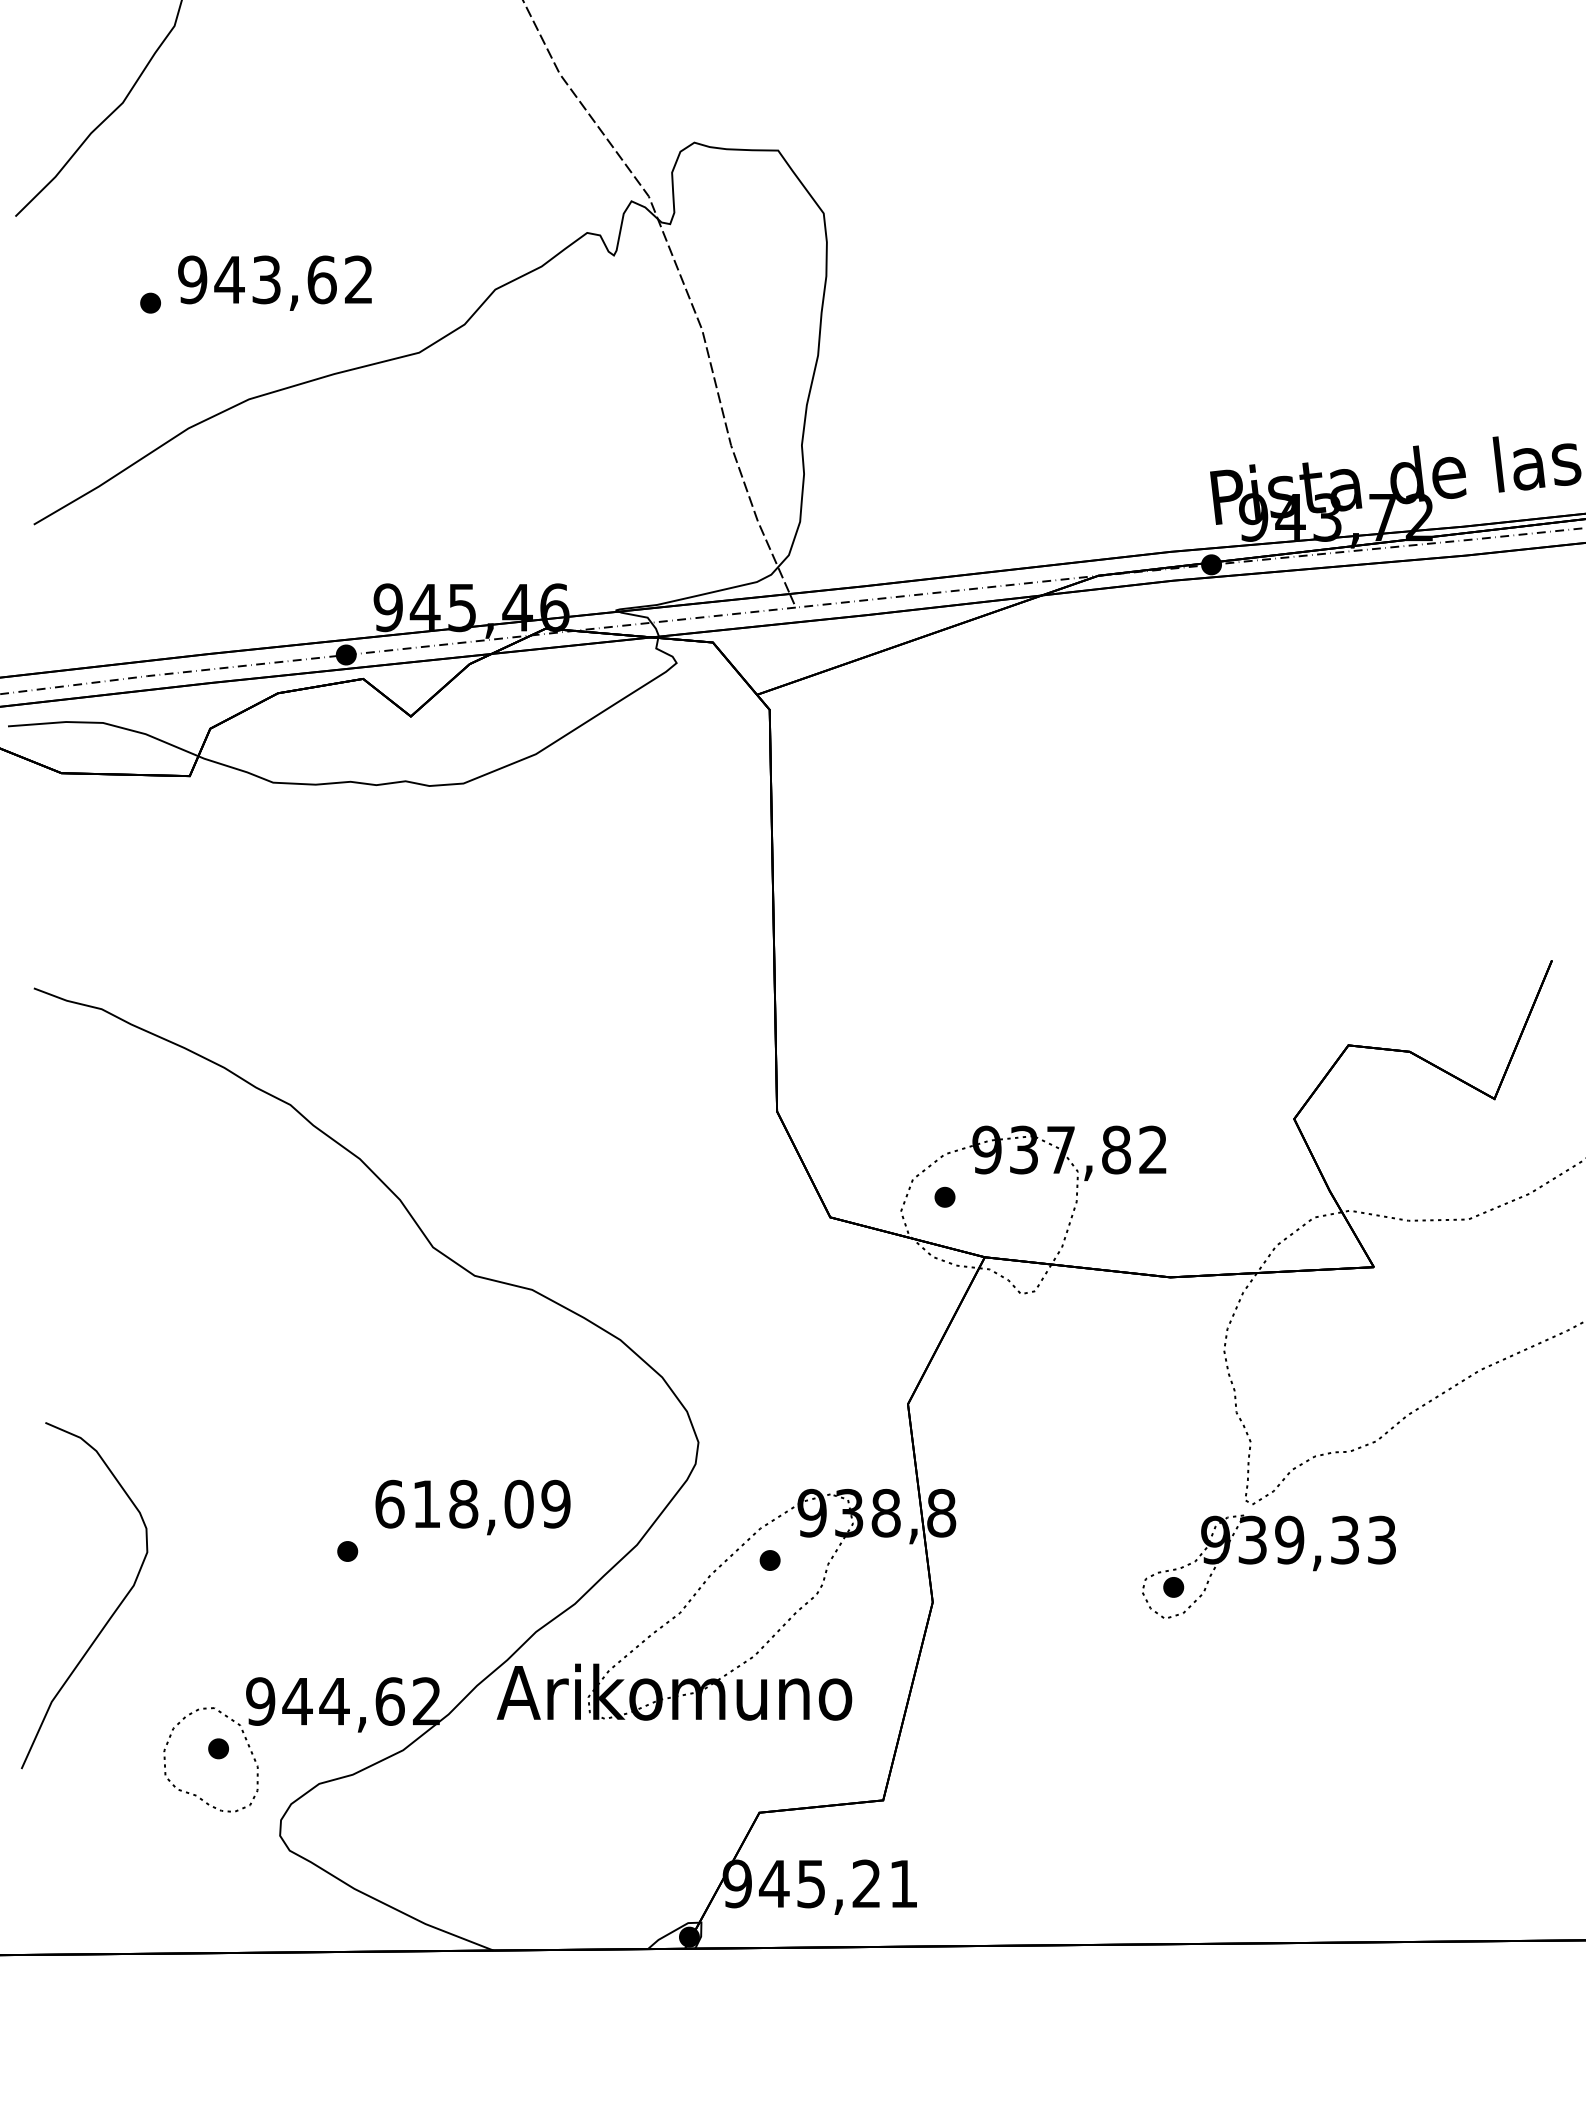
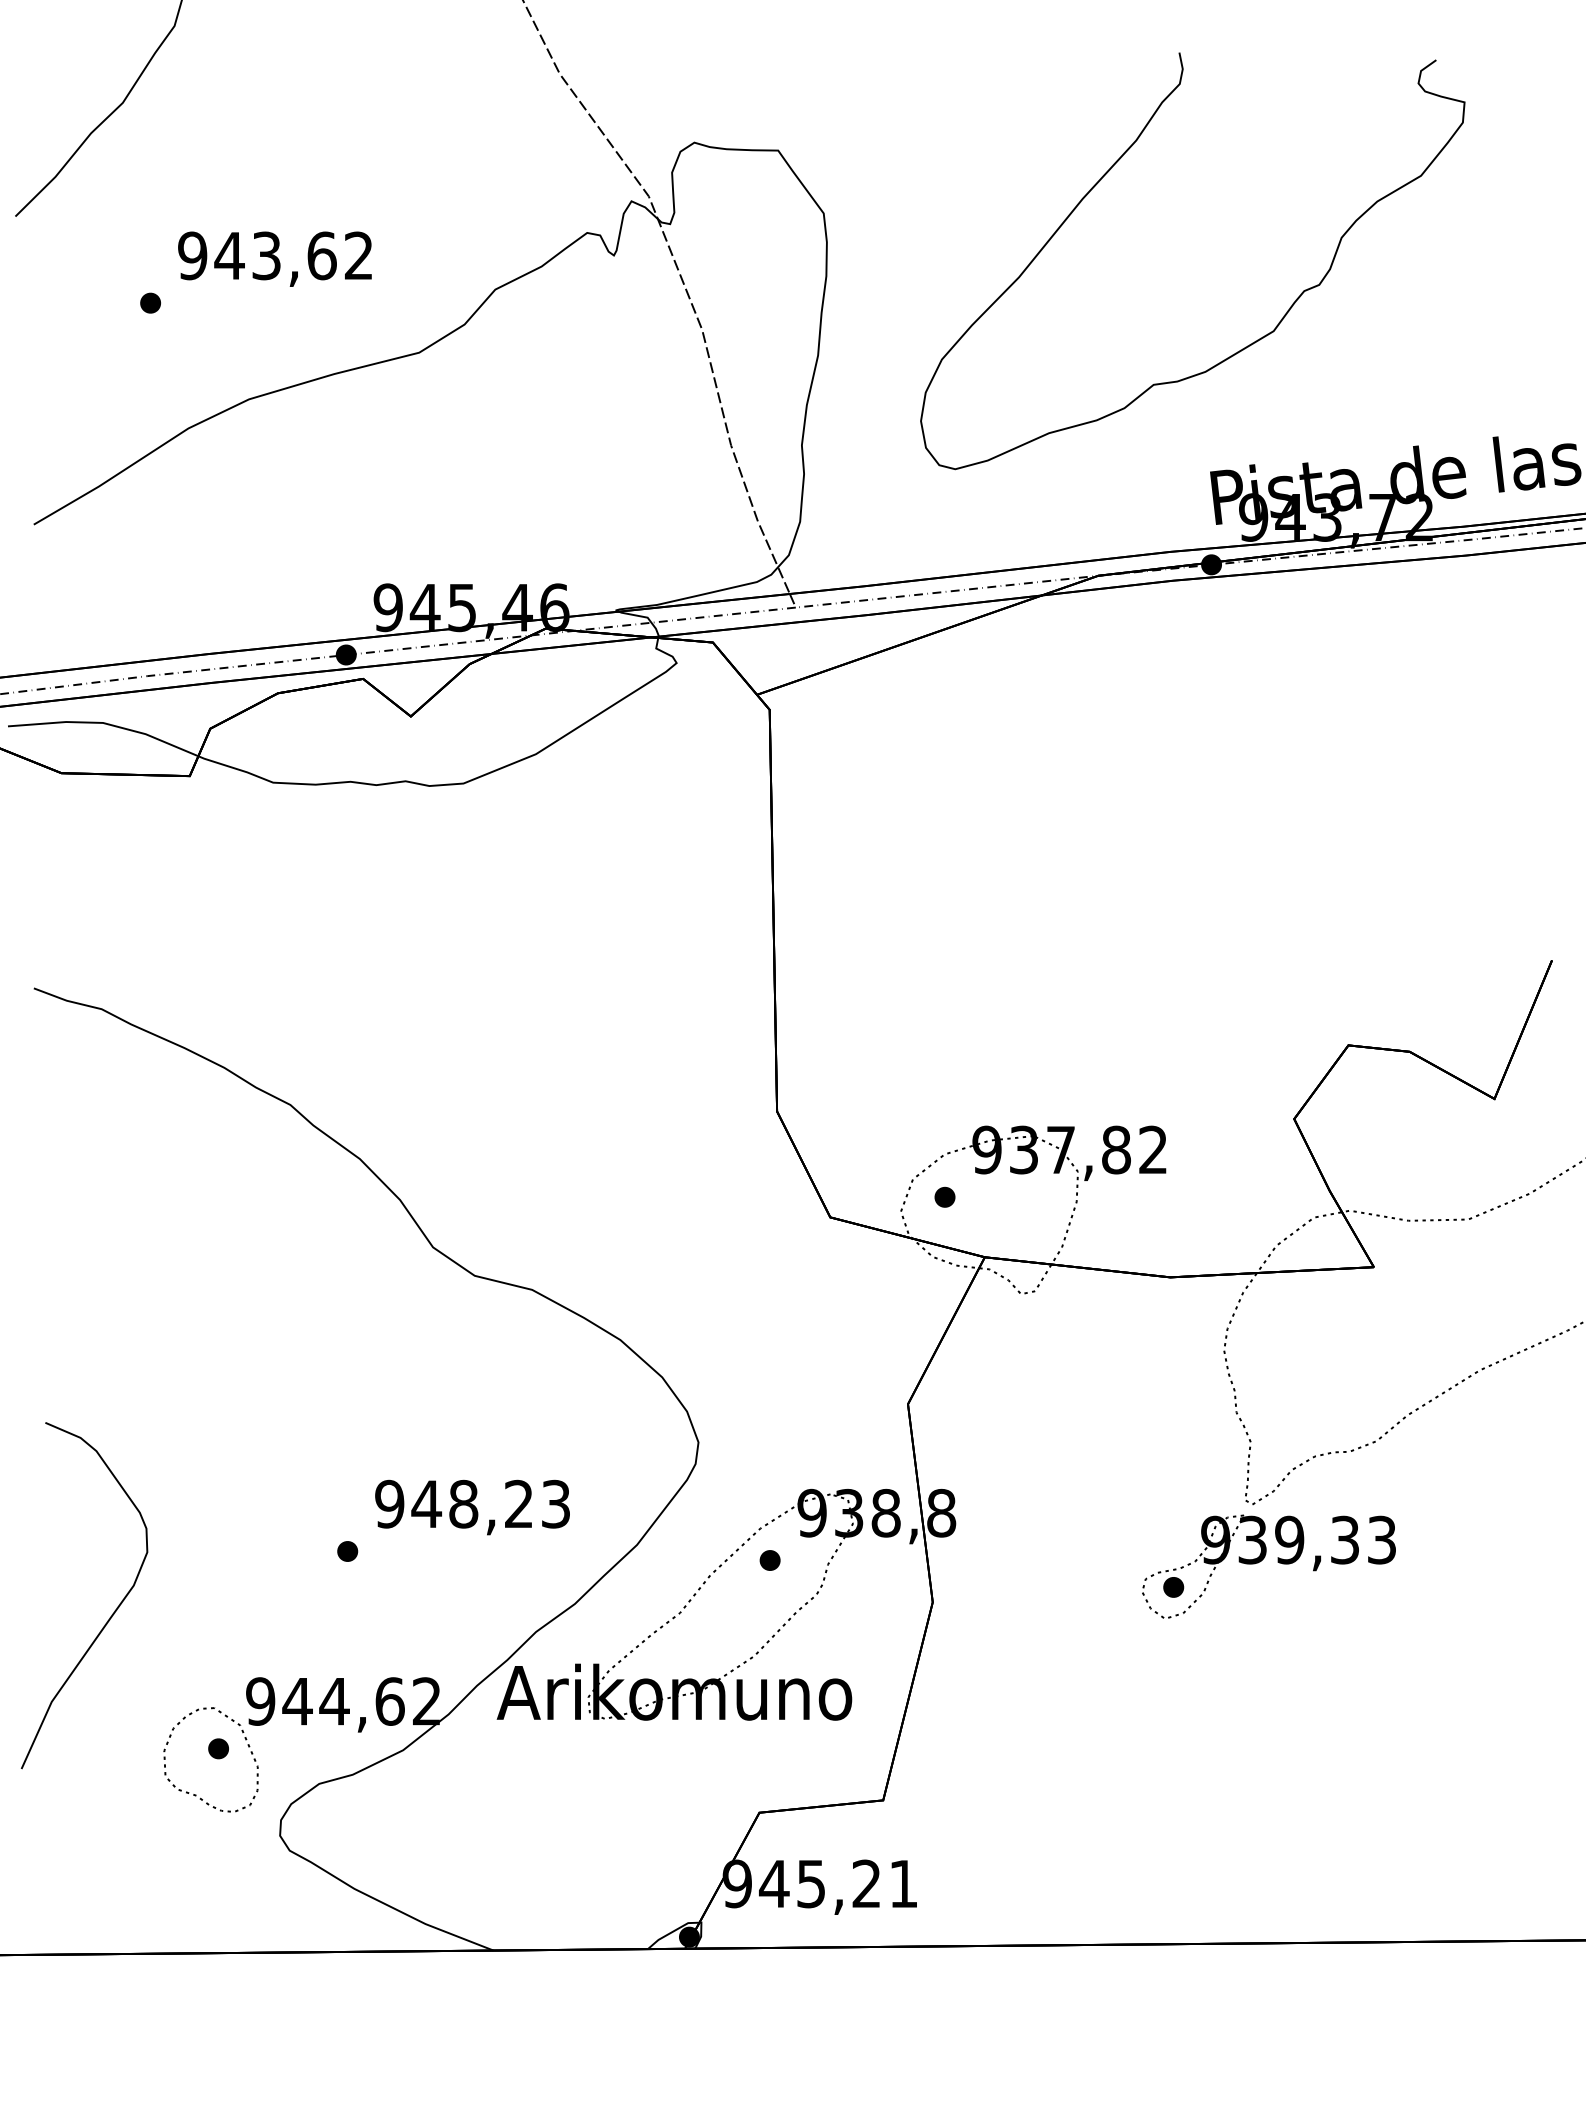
text at (274, 282) position: (274, 282) -> (274, 258)
curve at (1245, 346): none -> present
text at (472, 1503): 618,09 -> 948,23
